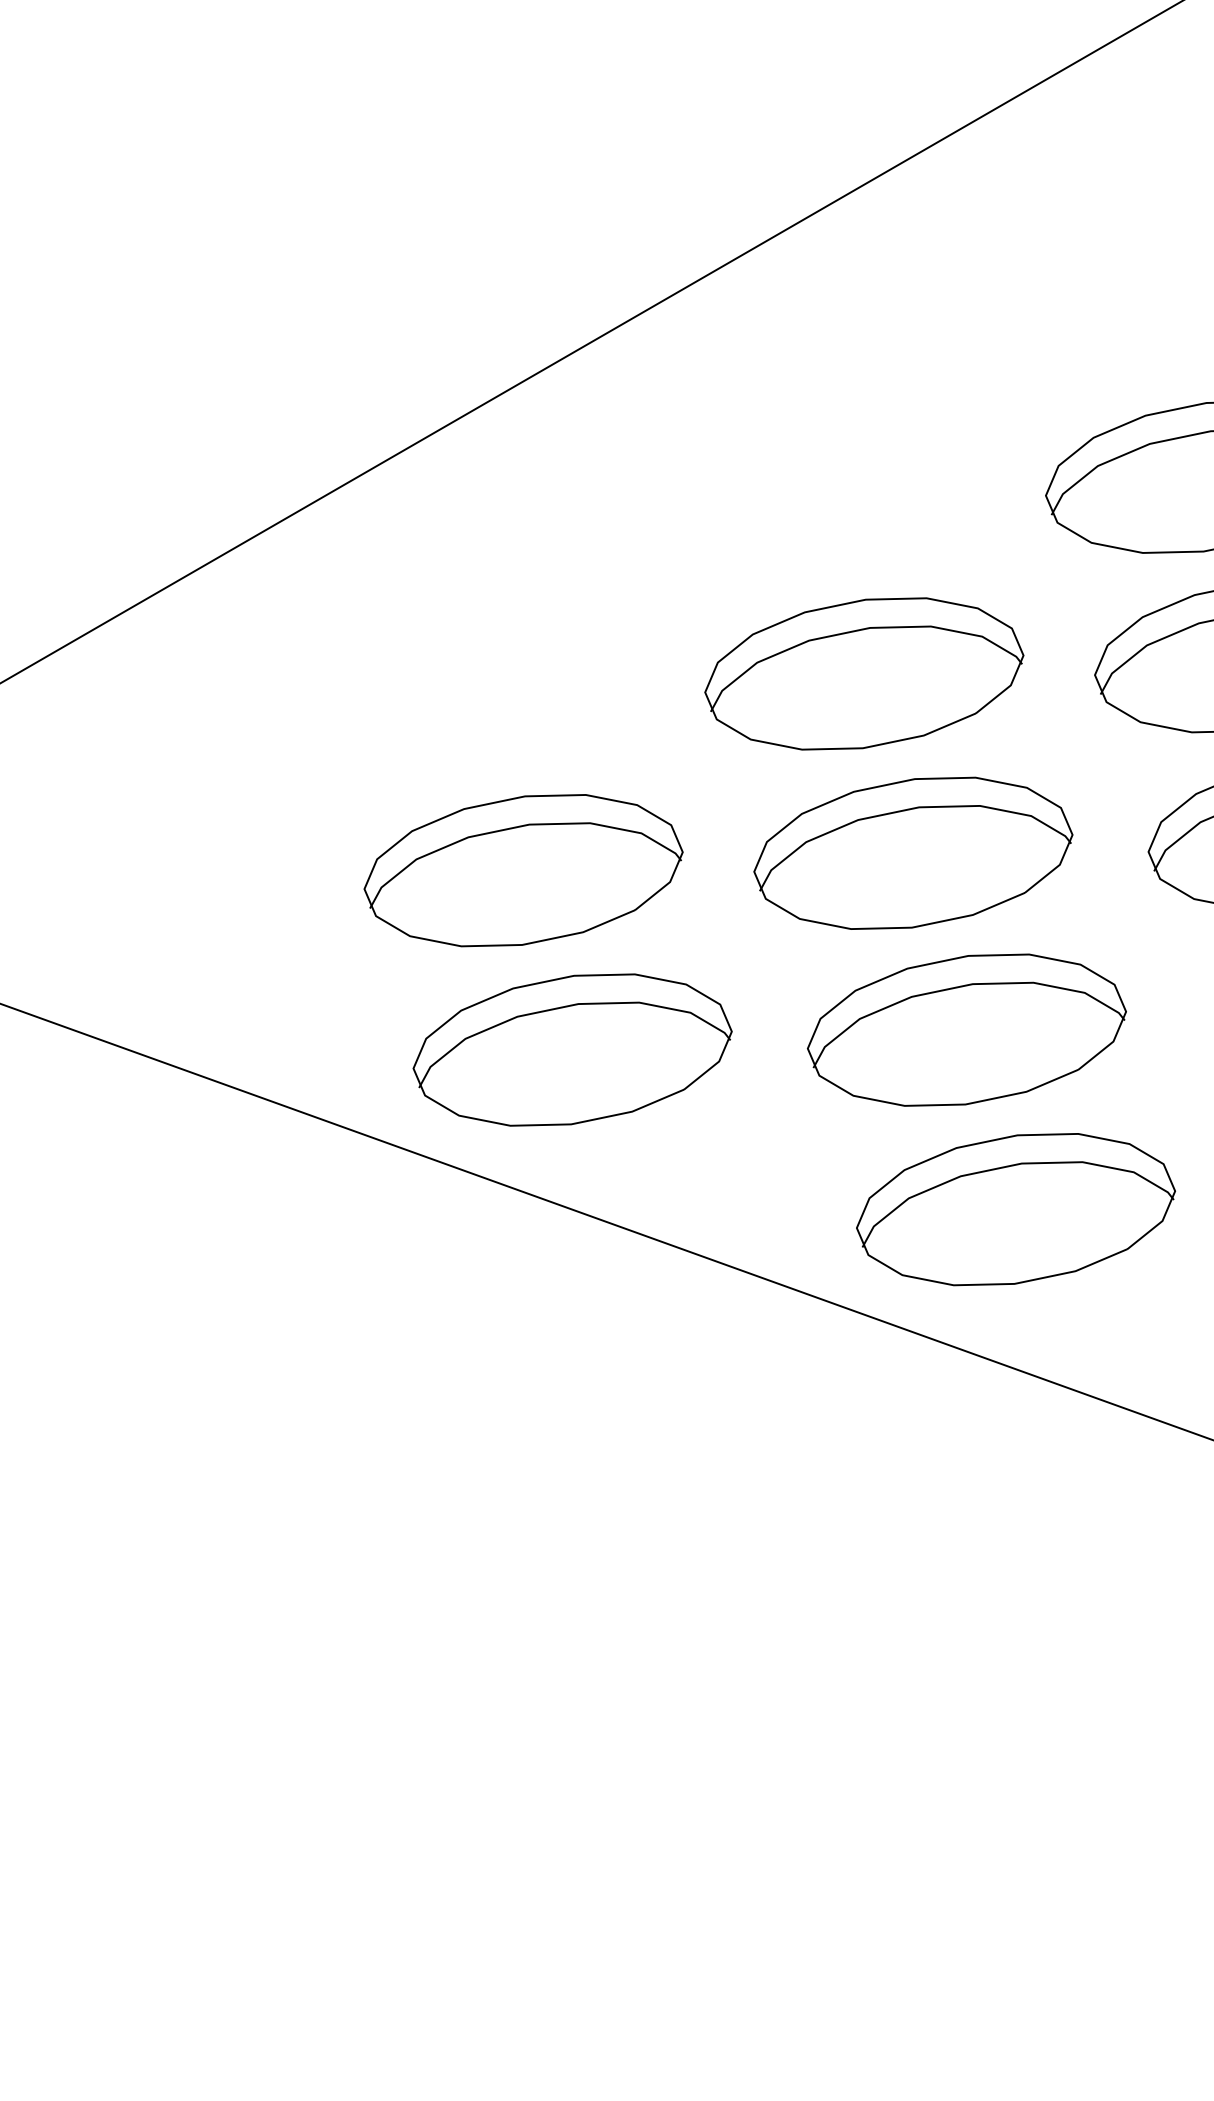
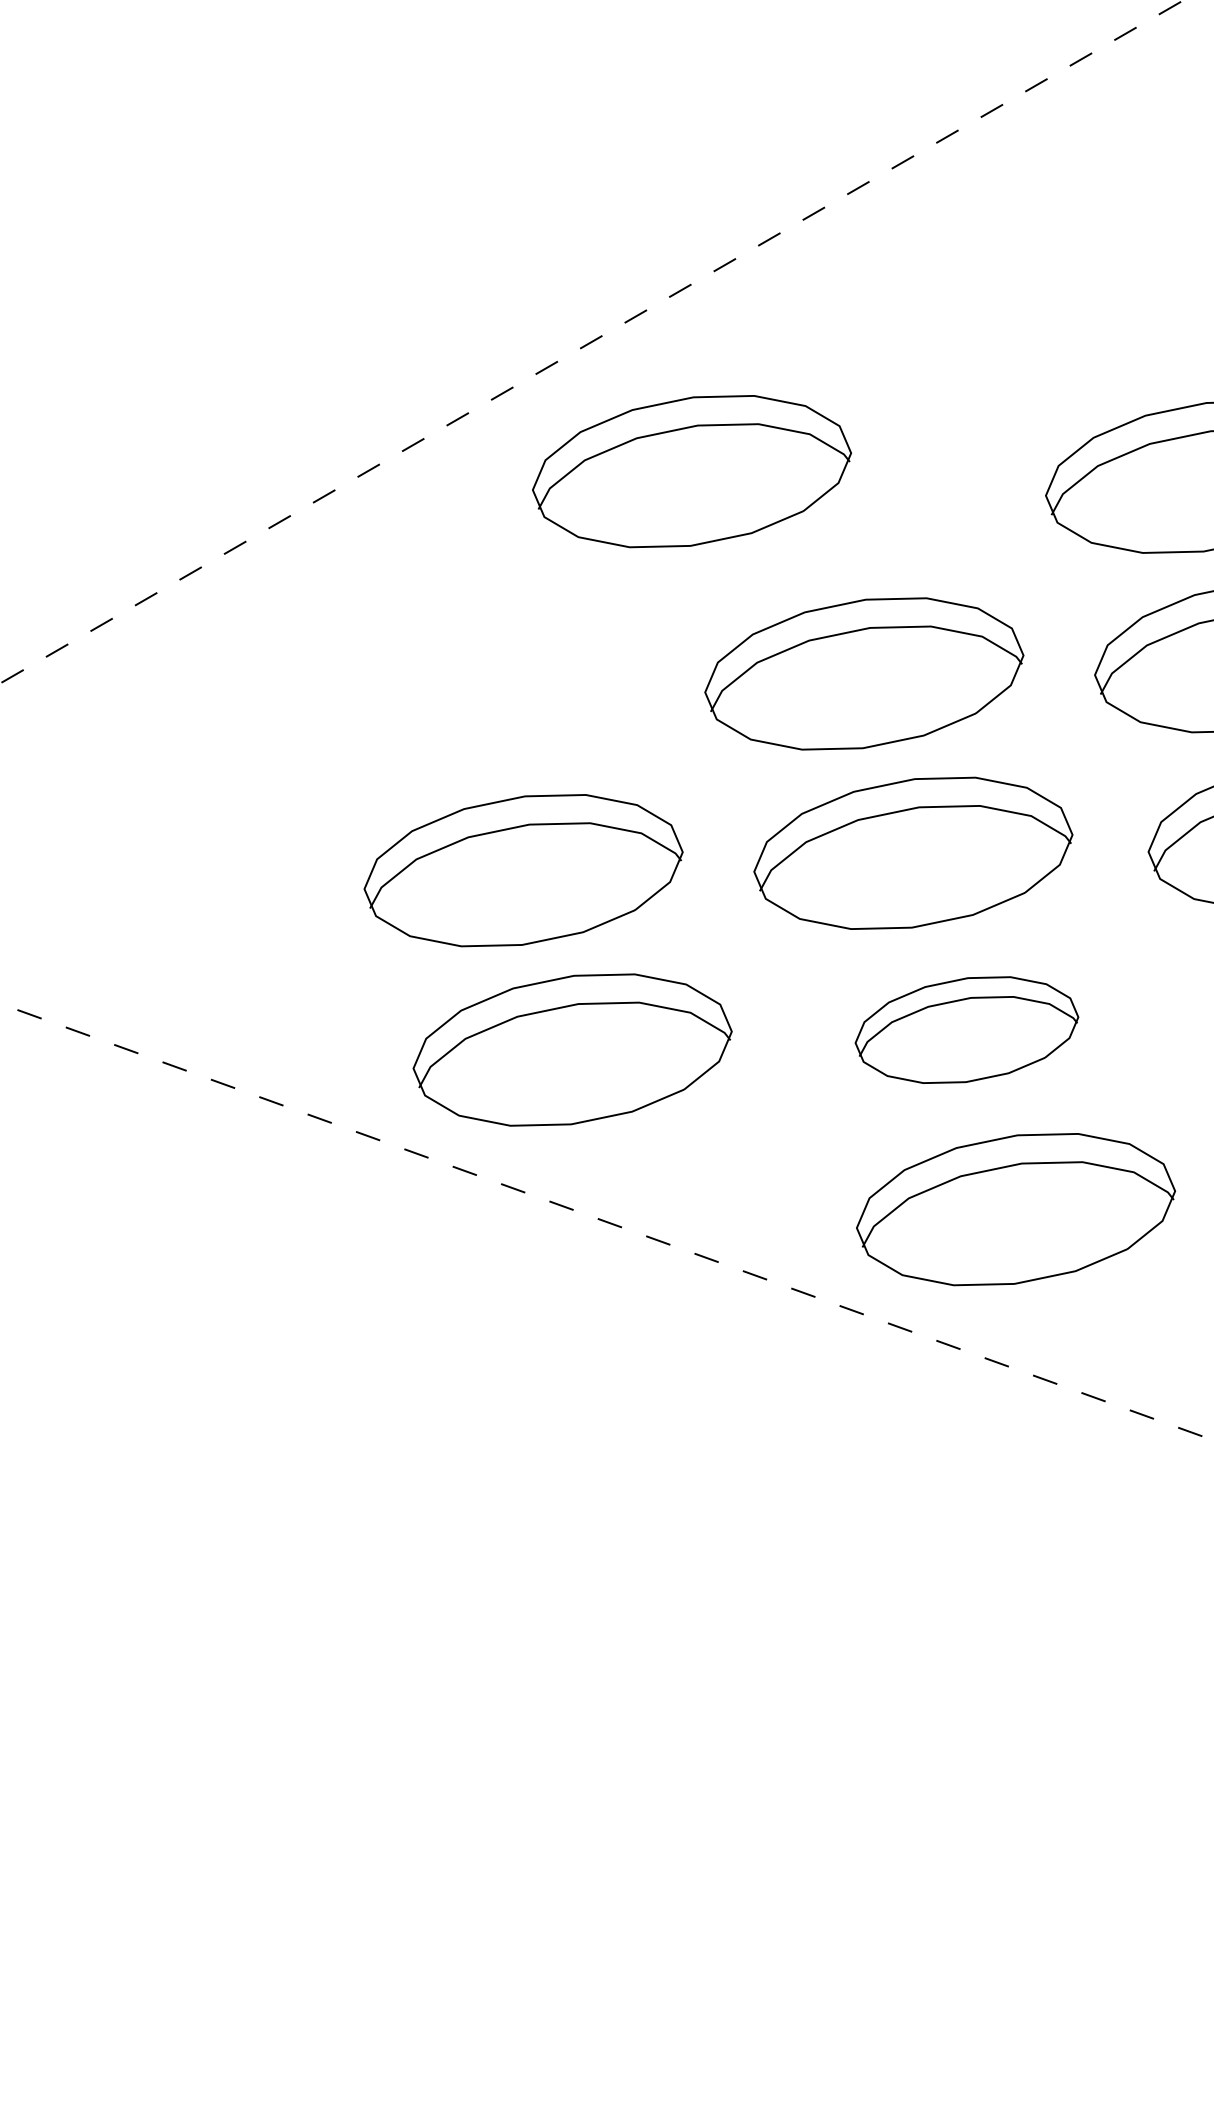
line at (591, 341): solid -> dashed
part at (691, 471): none -> present
part at (966, 1029) size: 320x154 px -> 226x108 px
line at (607, 1222): solid -> dashed
